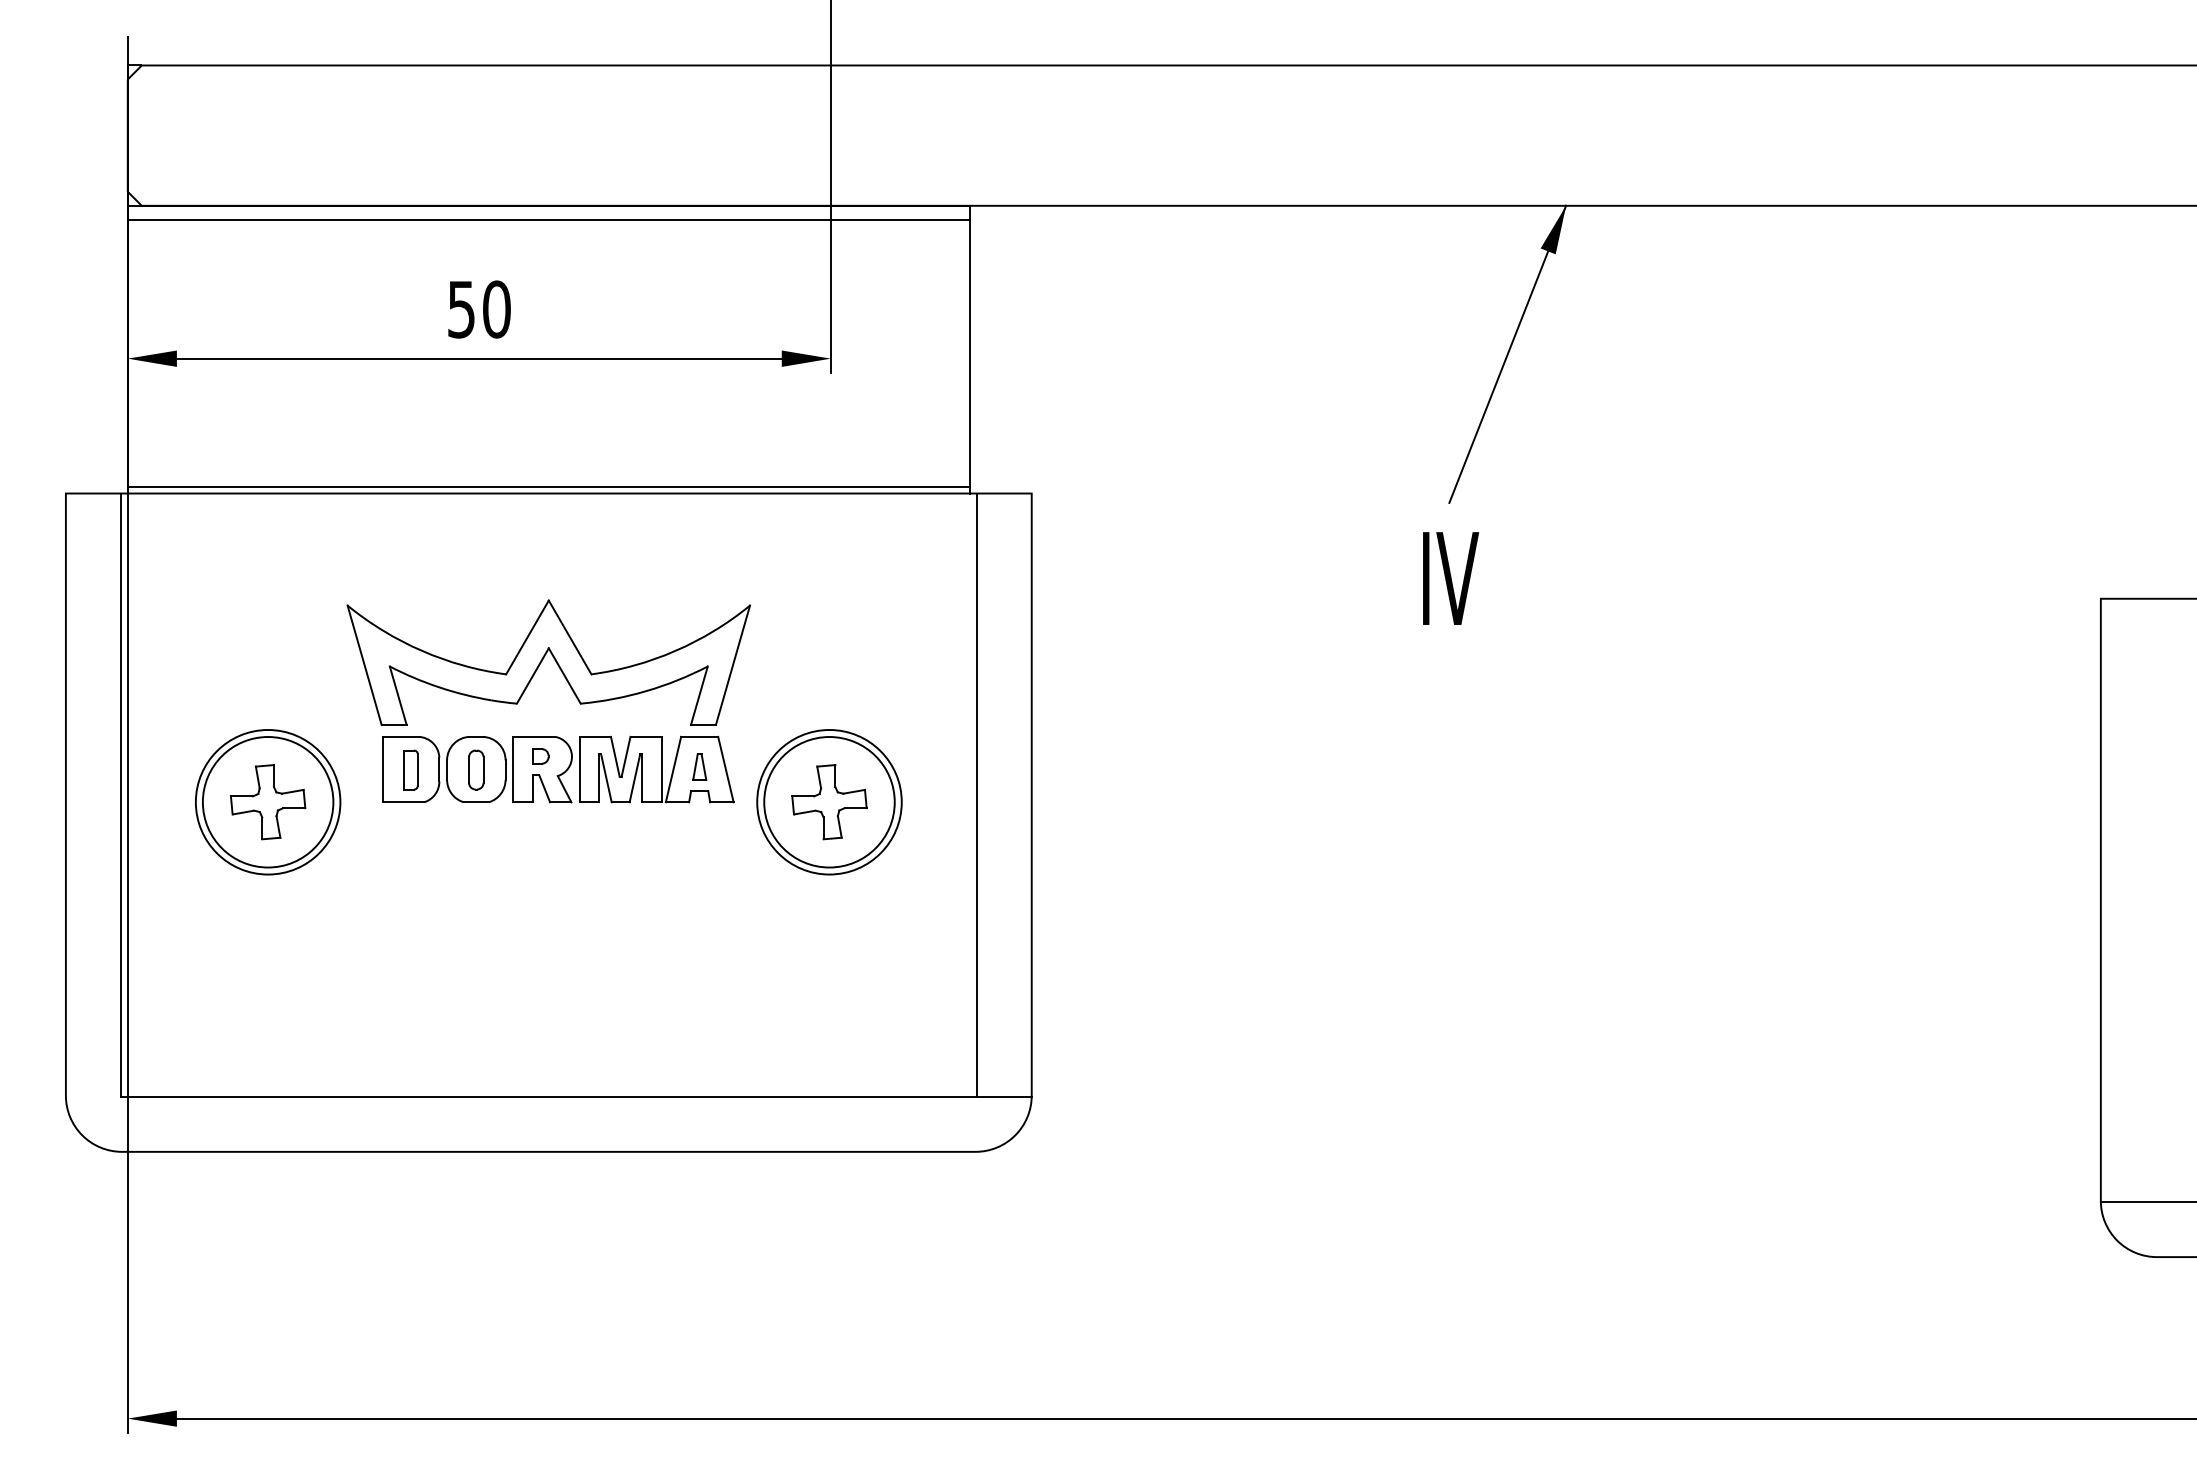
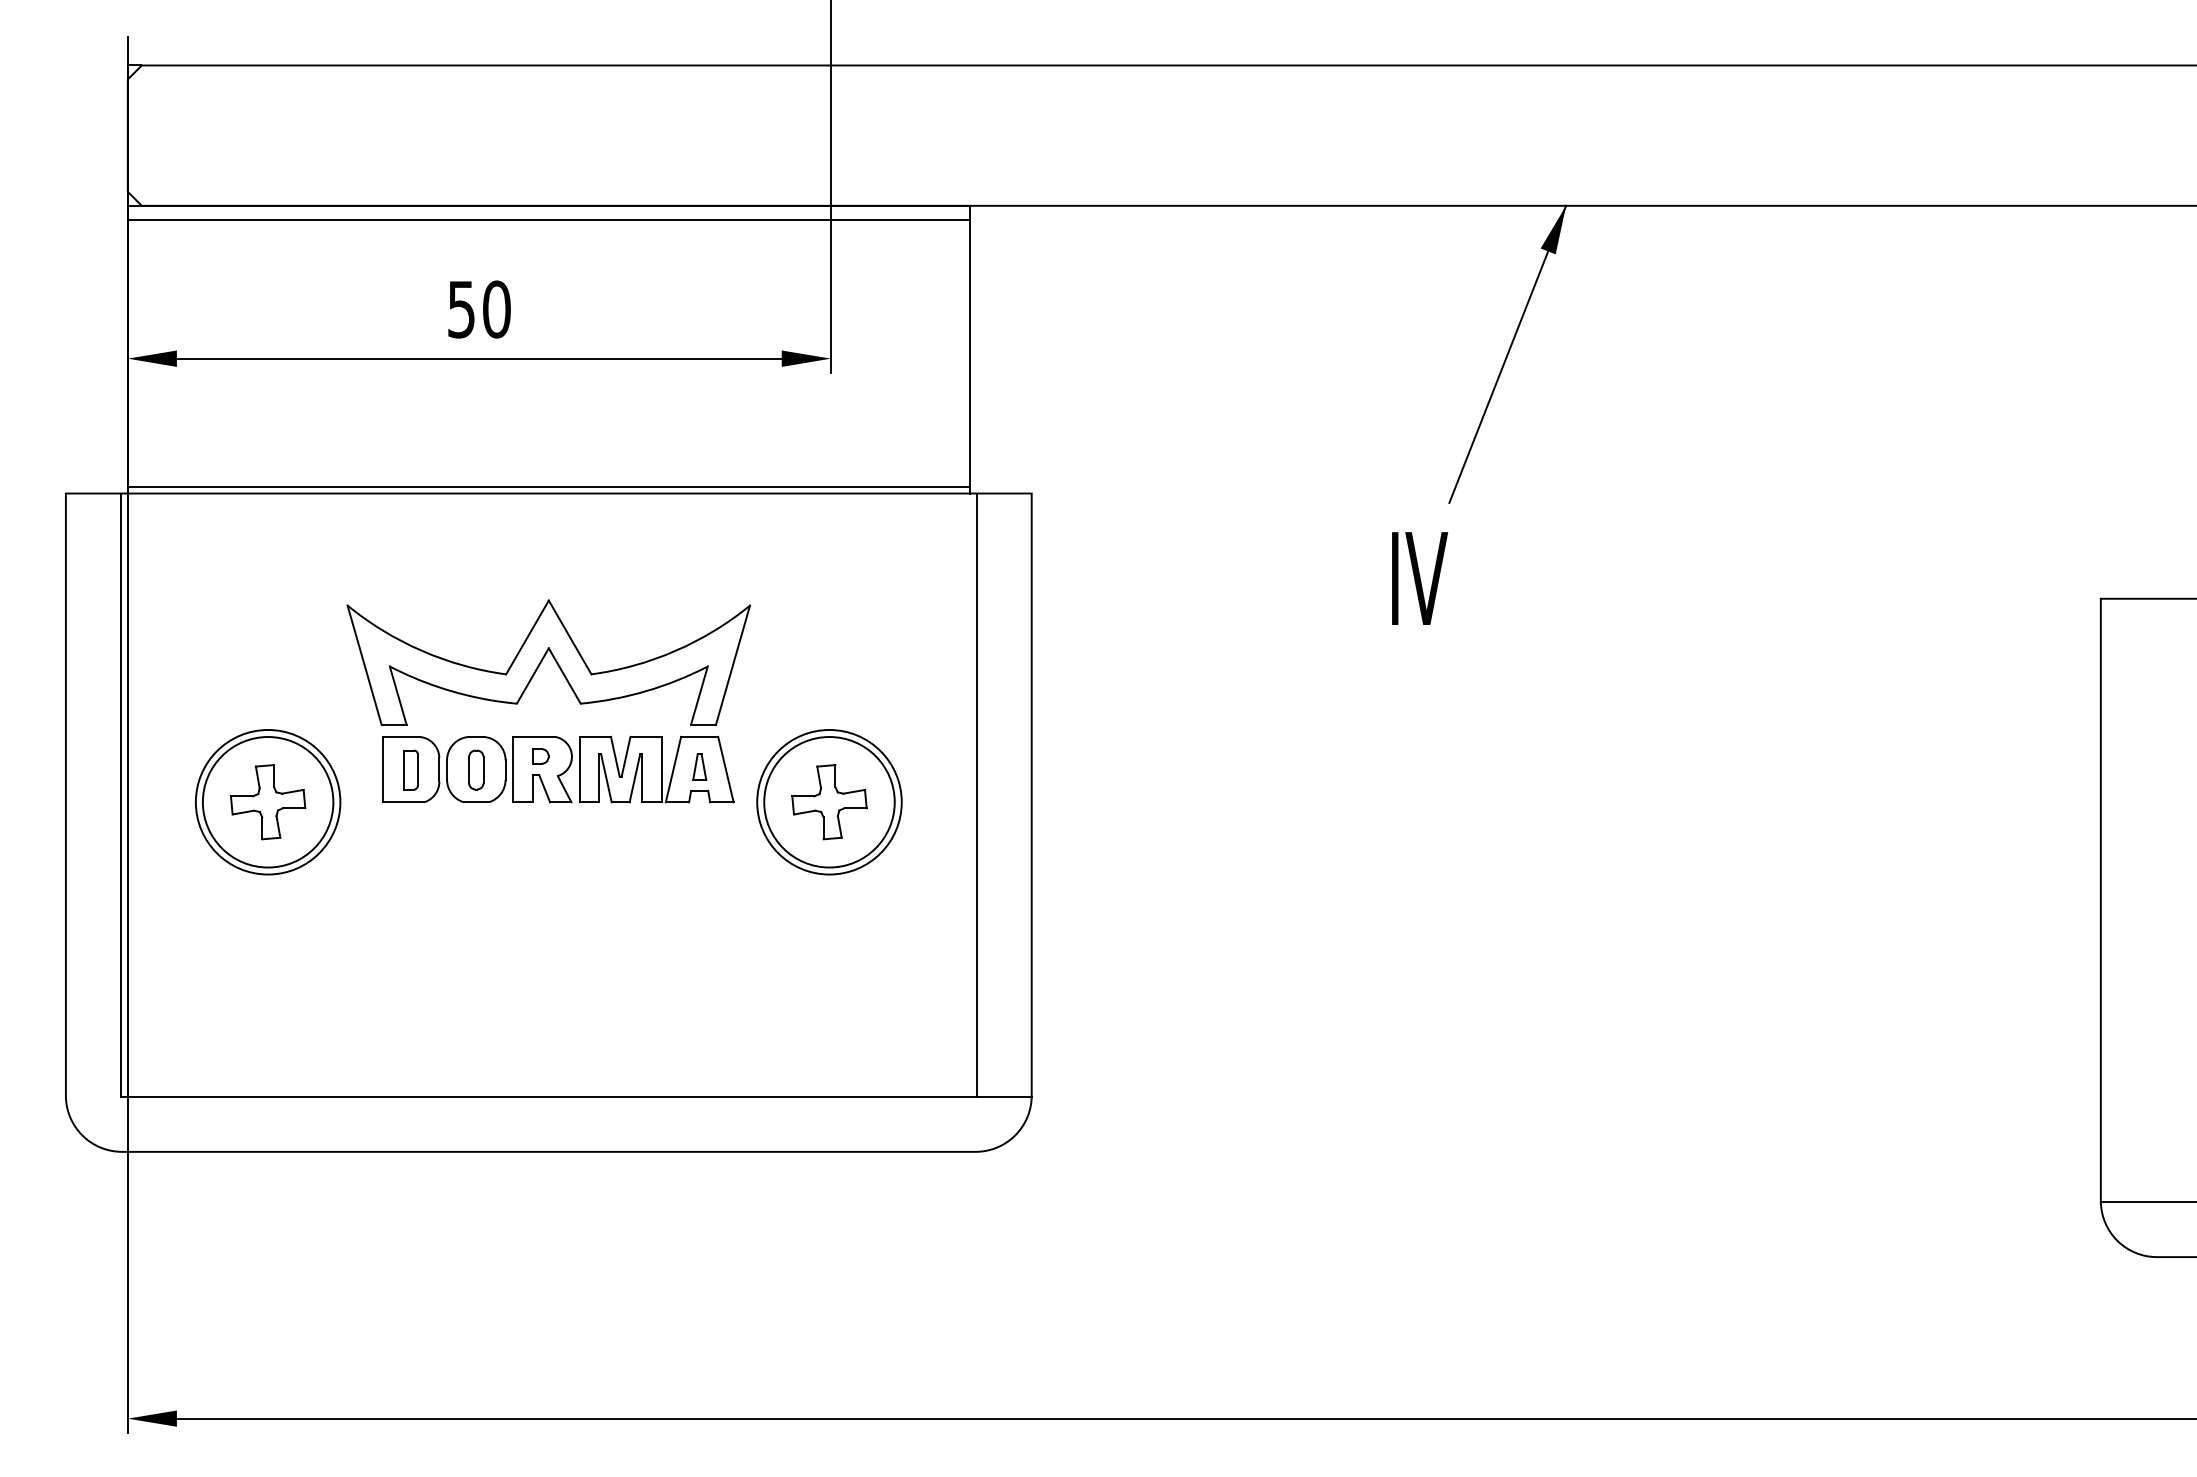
text at (1451, 578) position: (1451, 578) -> (1420, 578)
